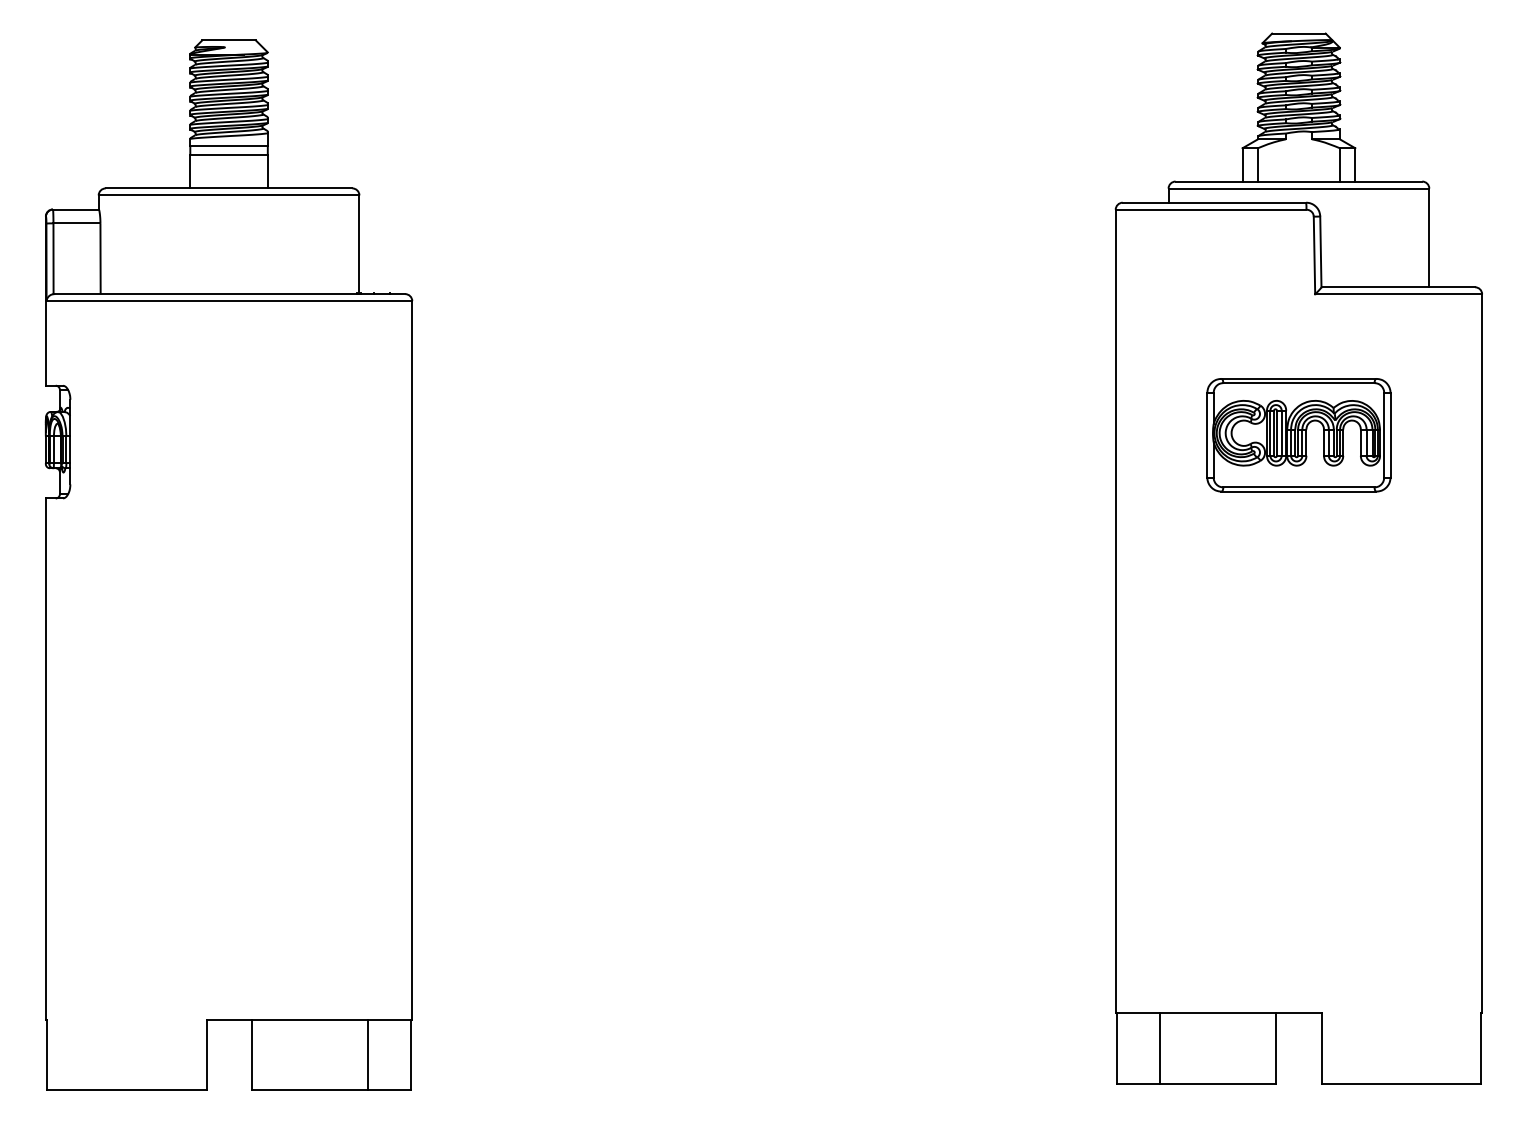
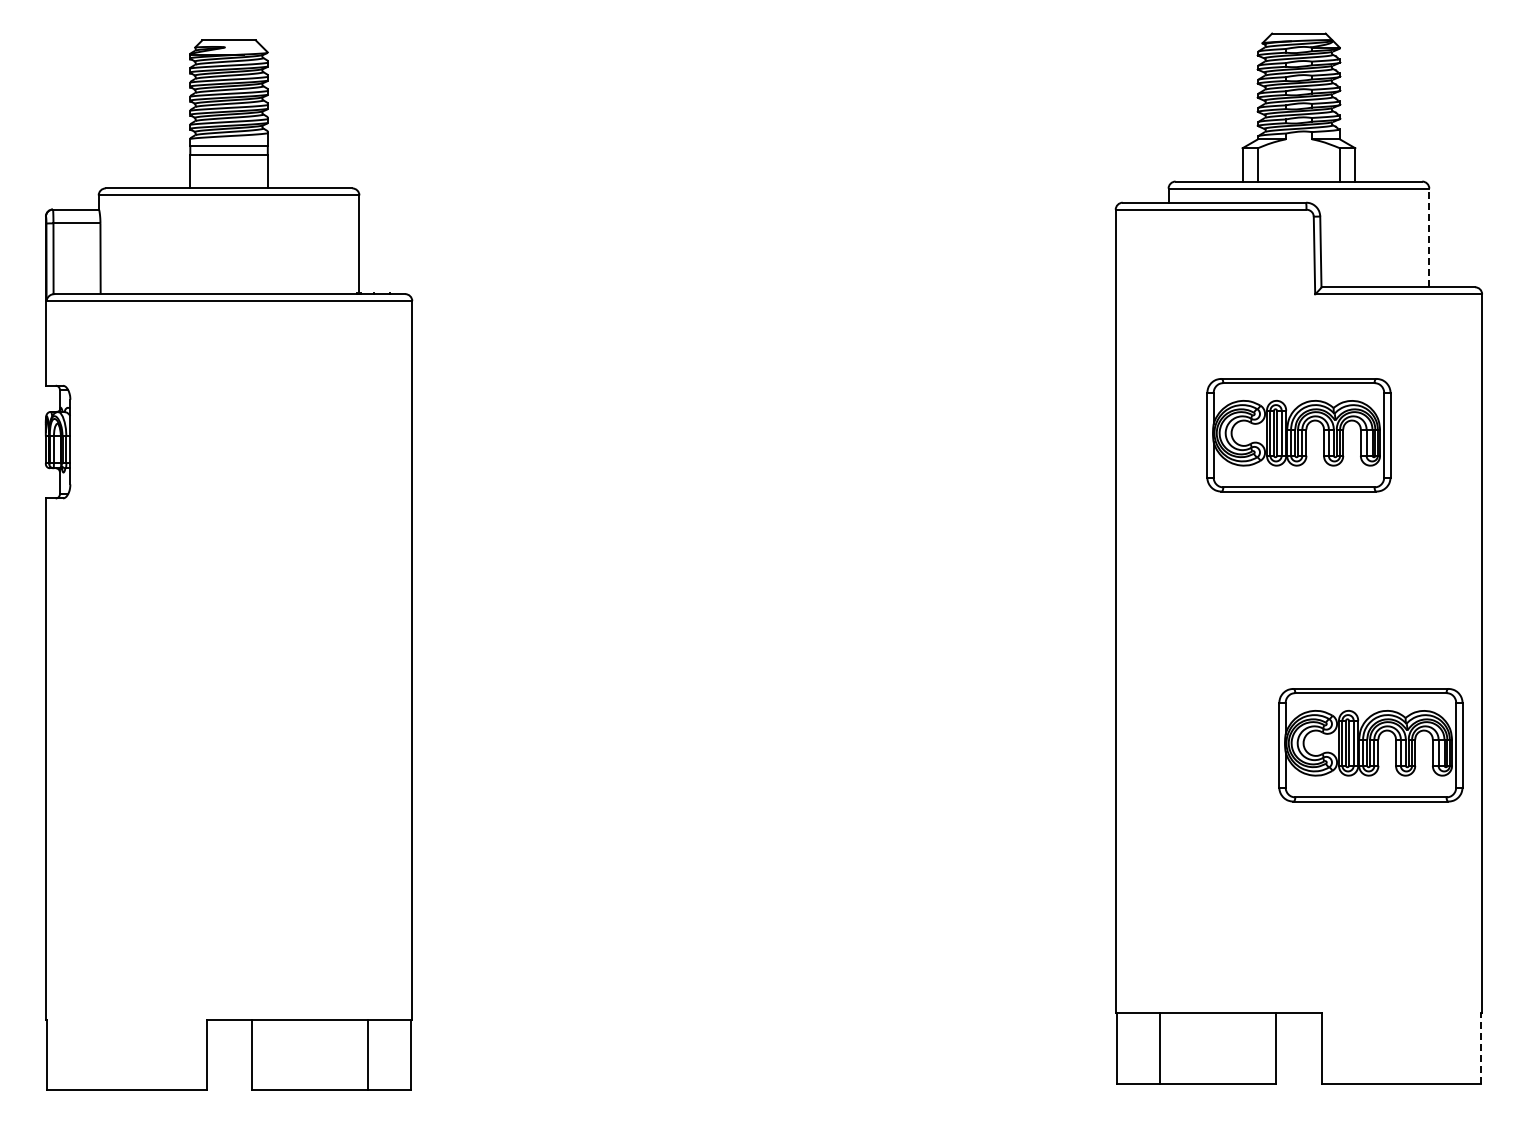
line at (1429, 237): solid -> dashed
part at (1370, 745): none -> present
line at (1480, 1047): solid -> dashed
